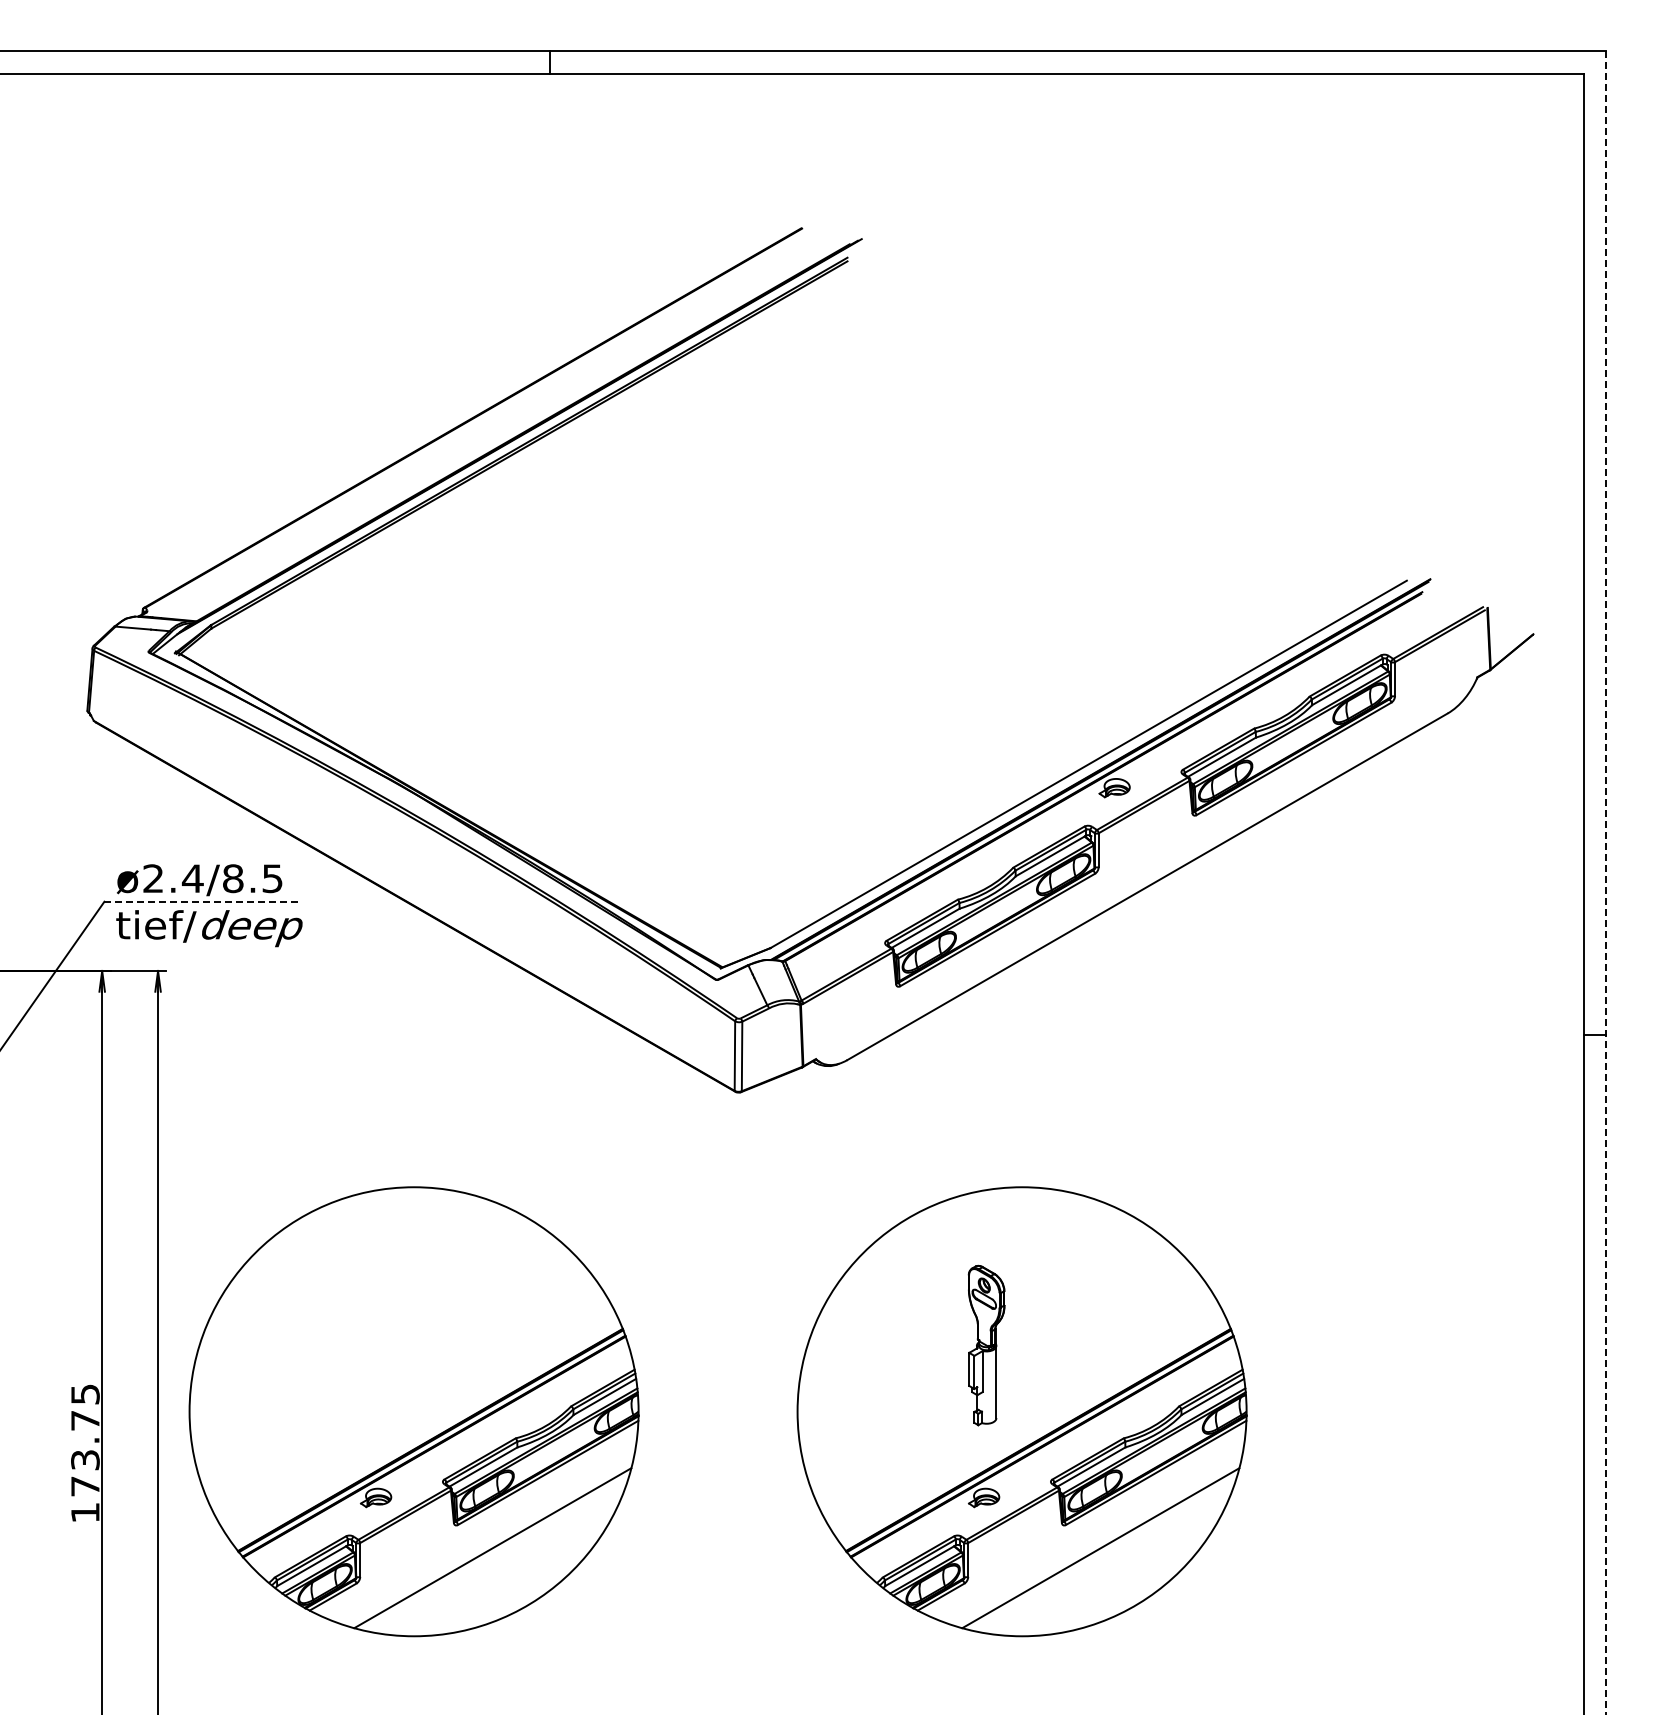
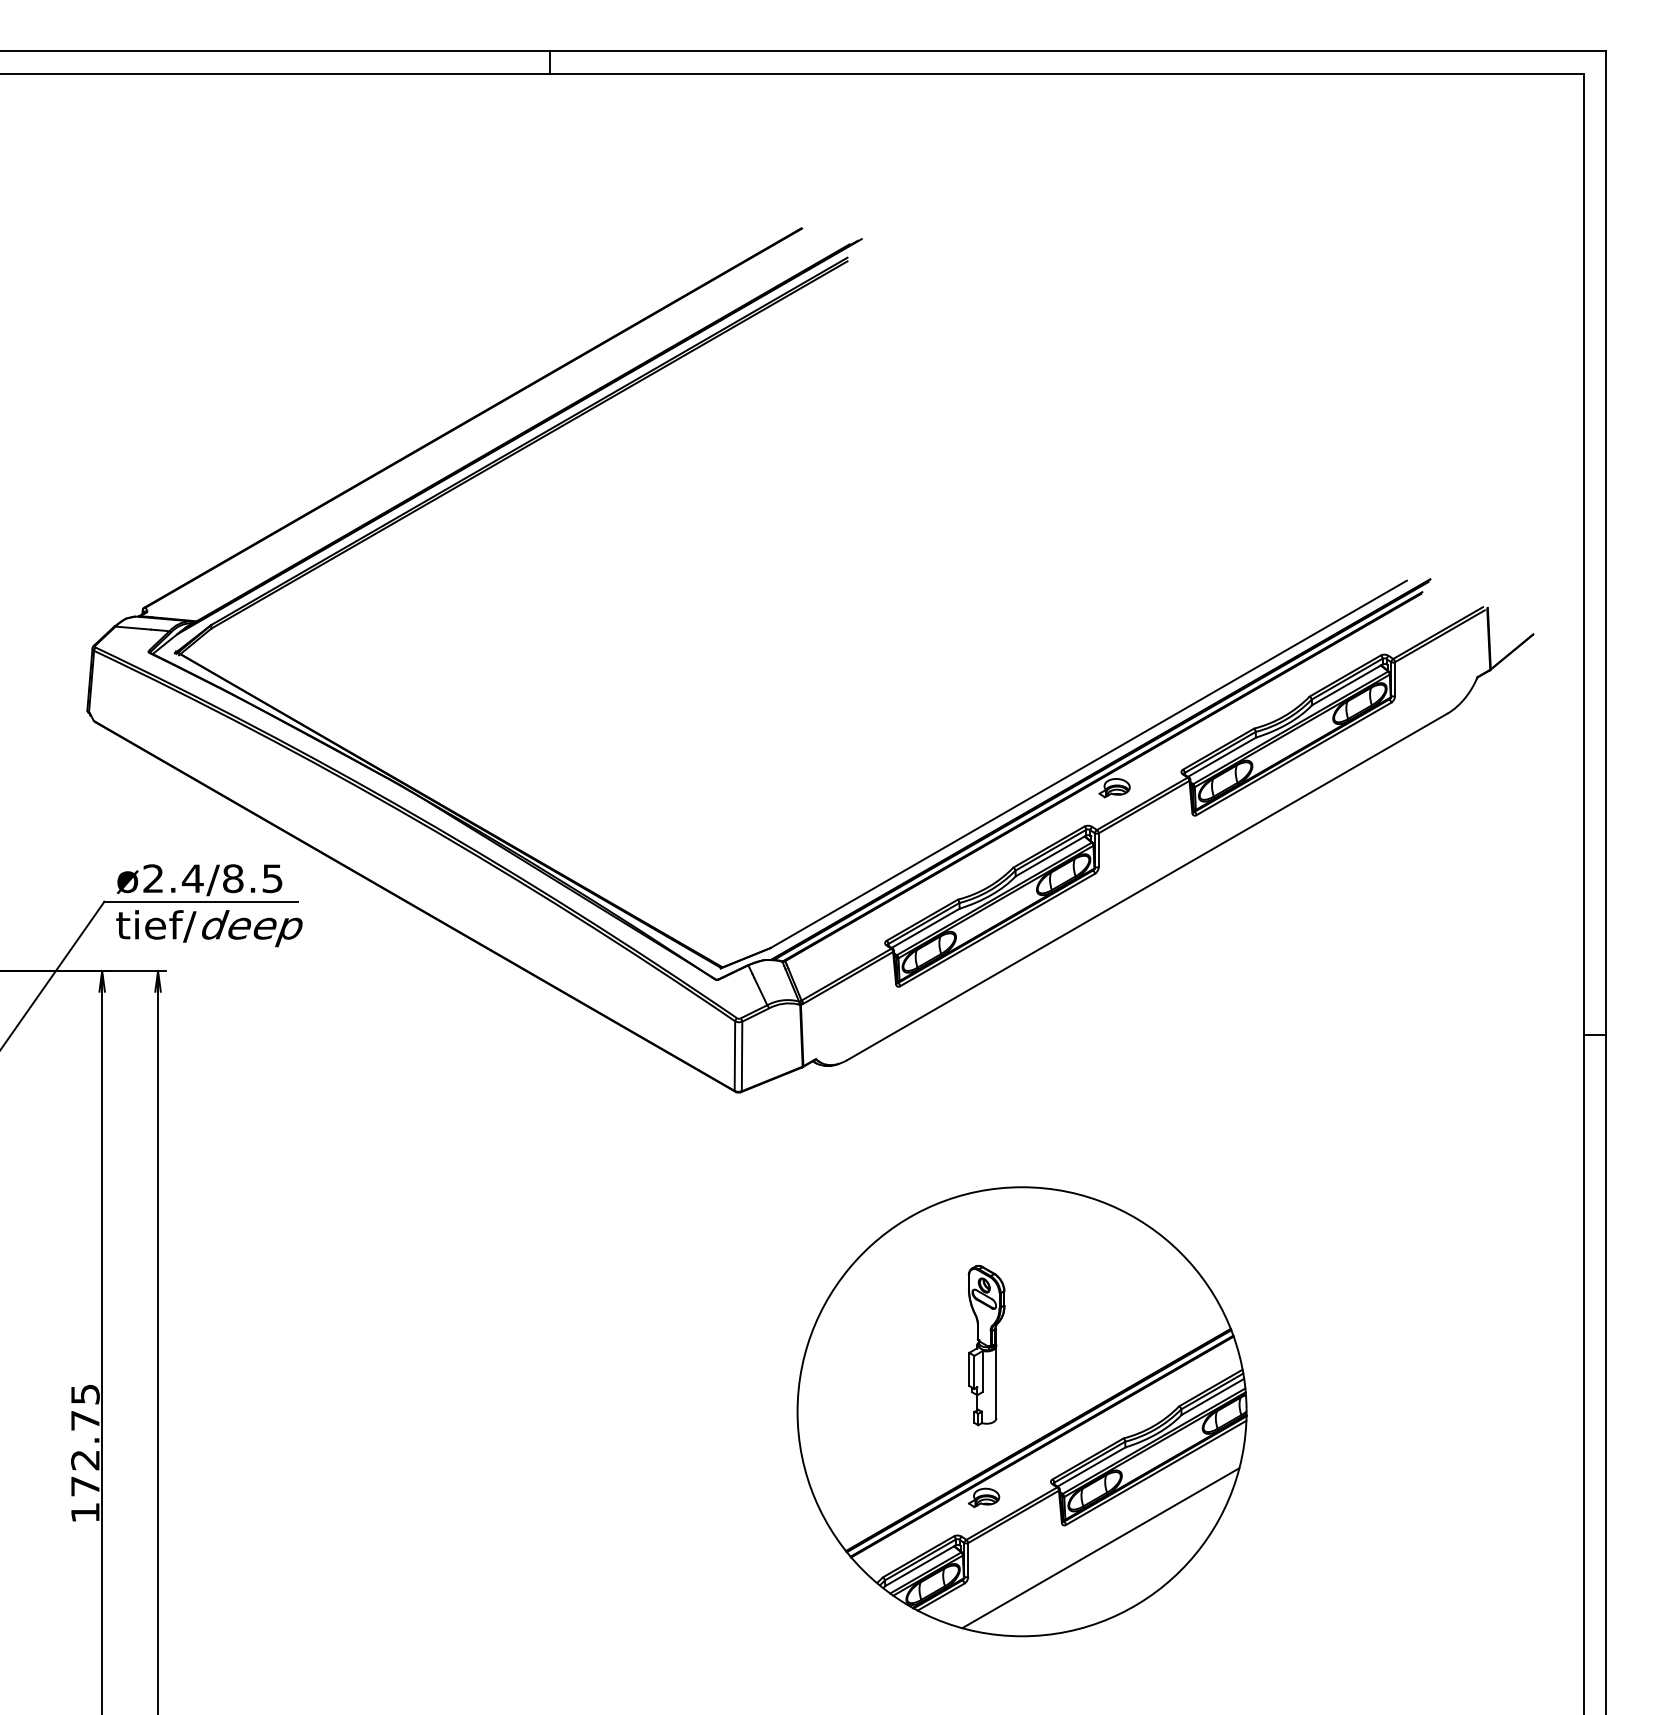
line at (1606, 883): dashed -> solid
line at (201, 901): dashed -> solid
part at (413, 1411): present -> none
text at (85, 1460): 173.75 -> 172.75
